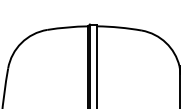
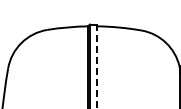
line at (97, 66): solid -> dashed
